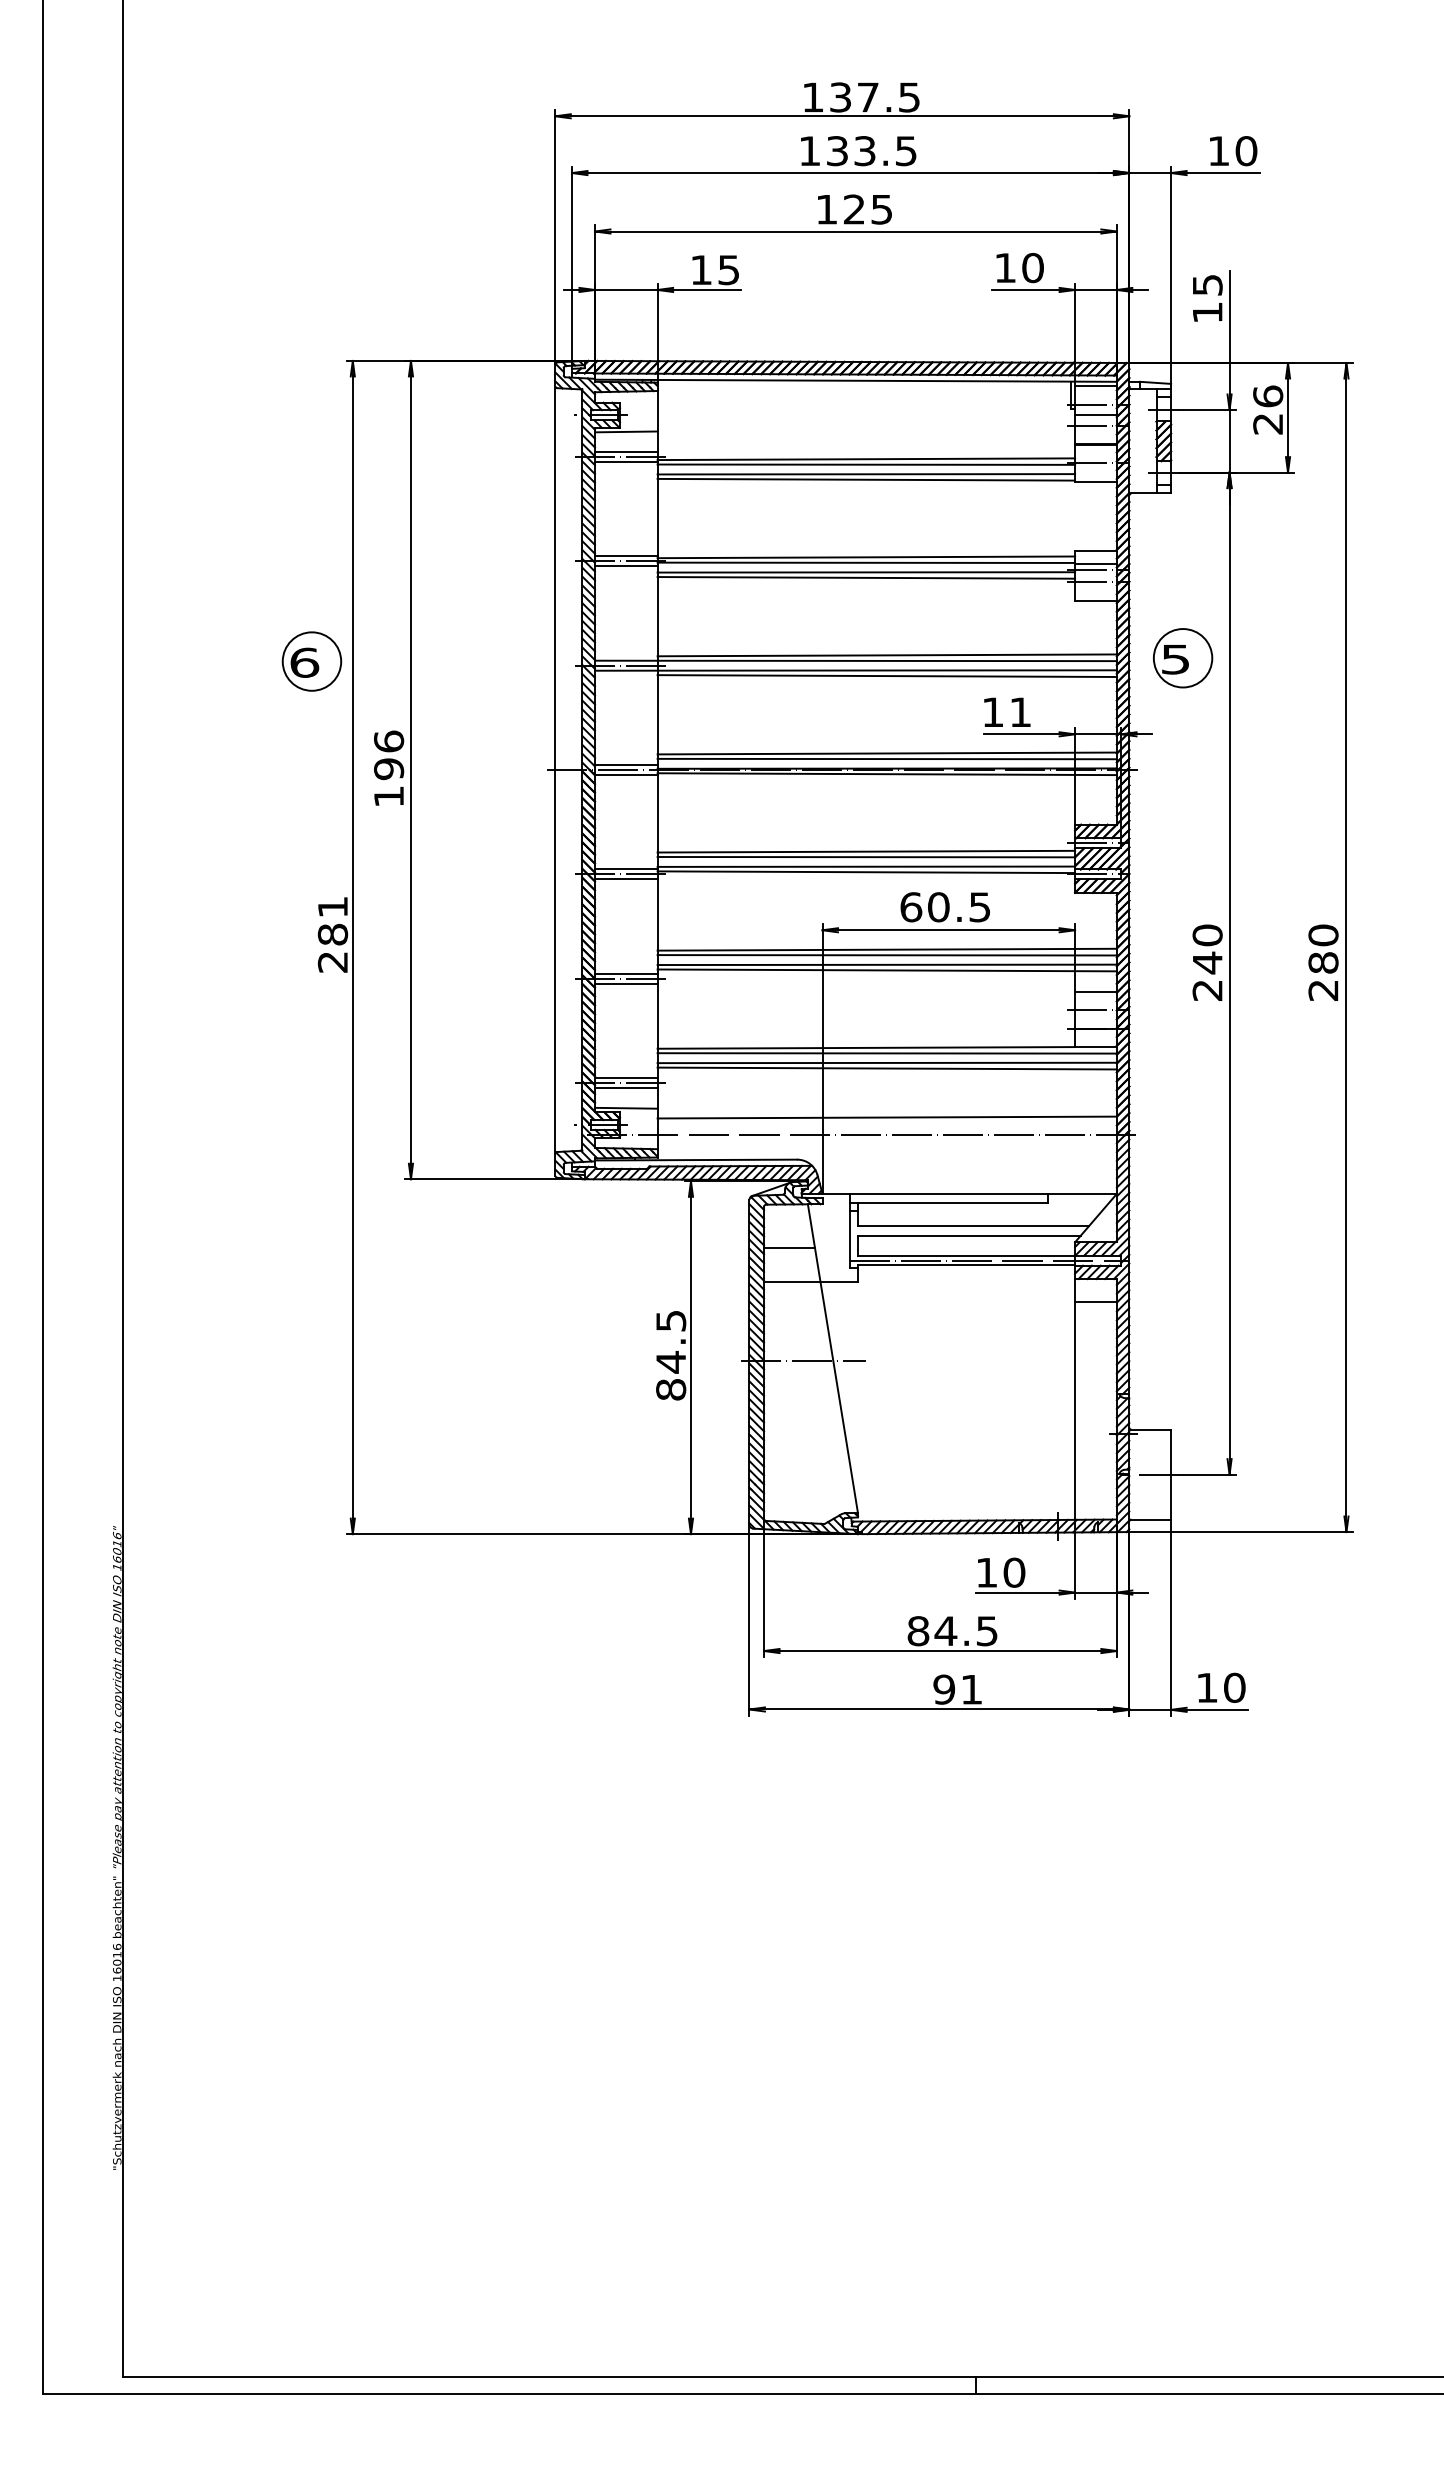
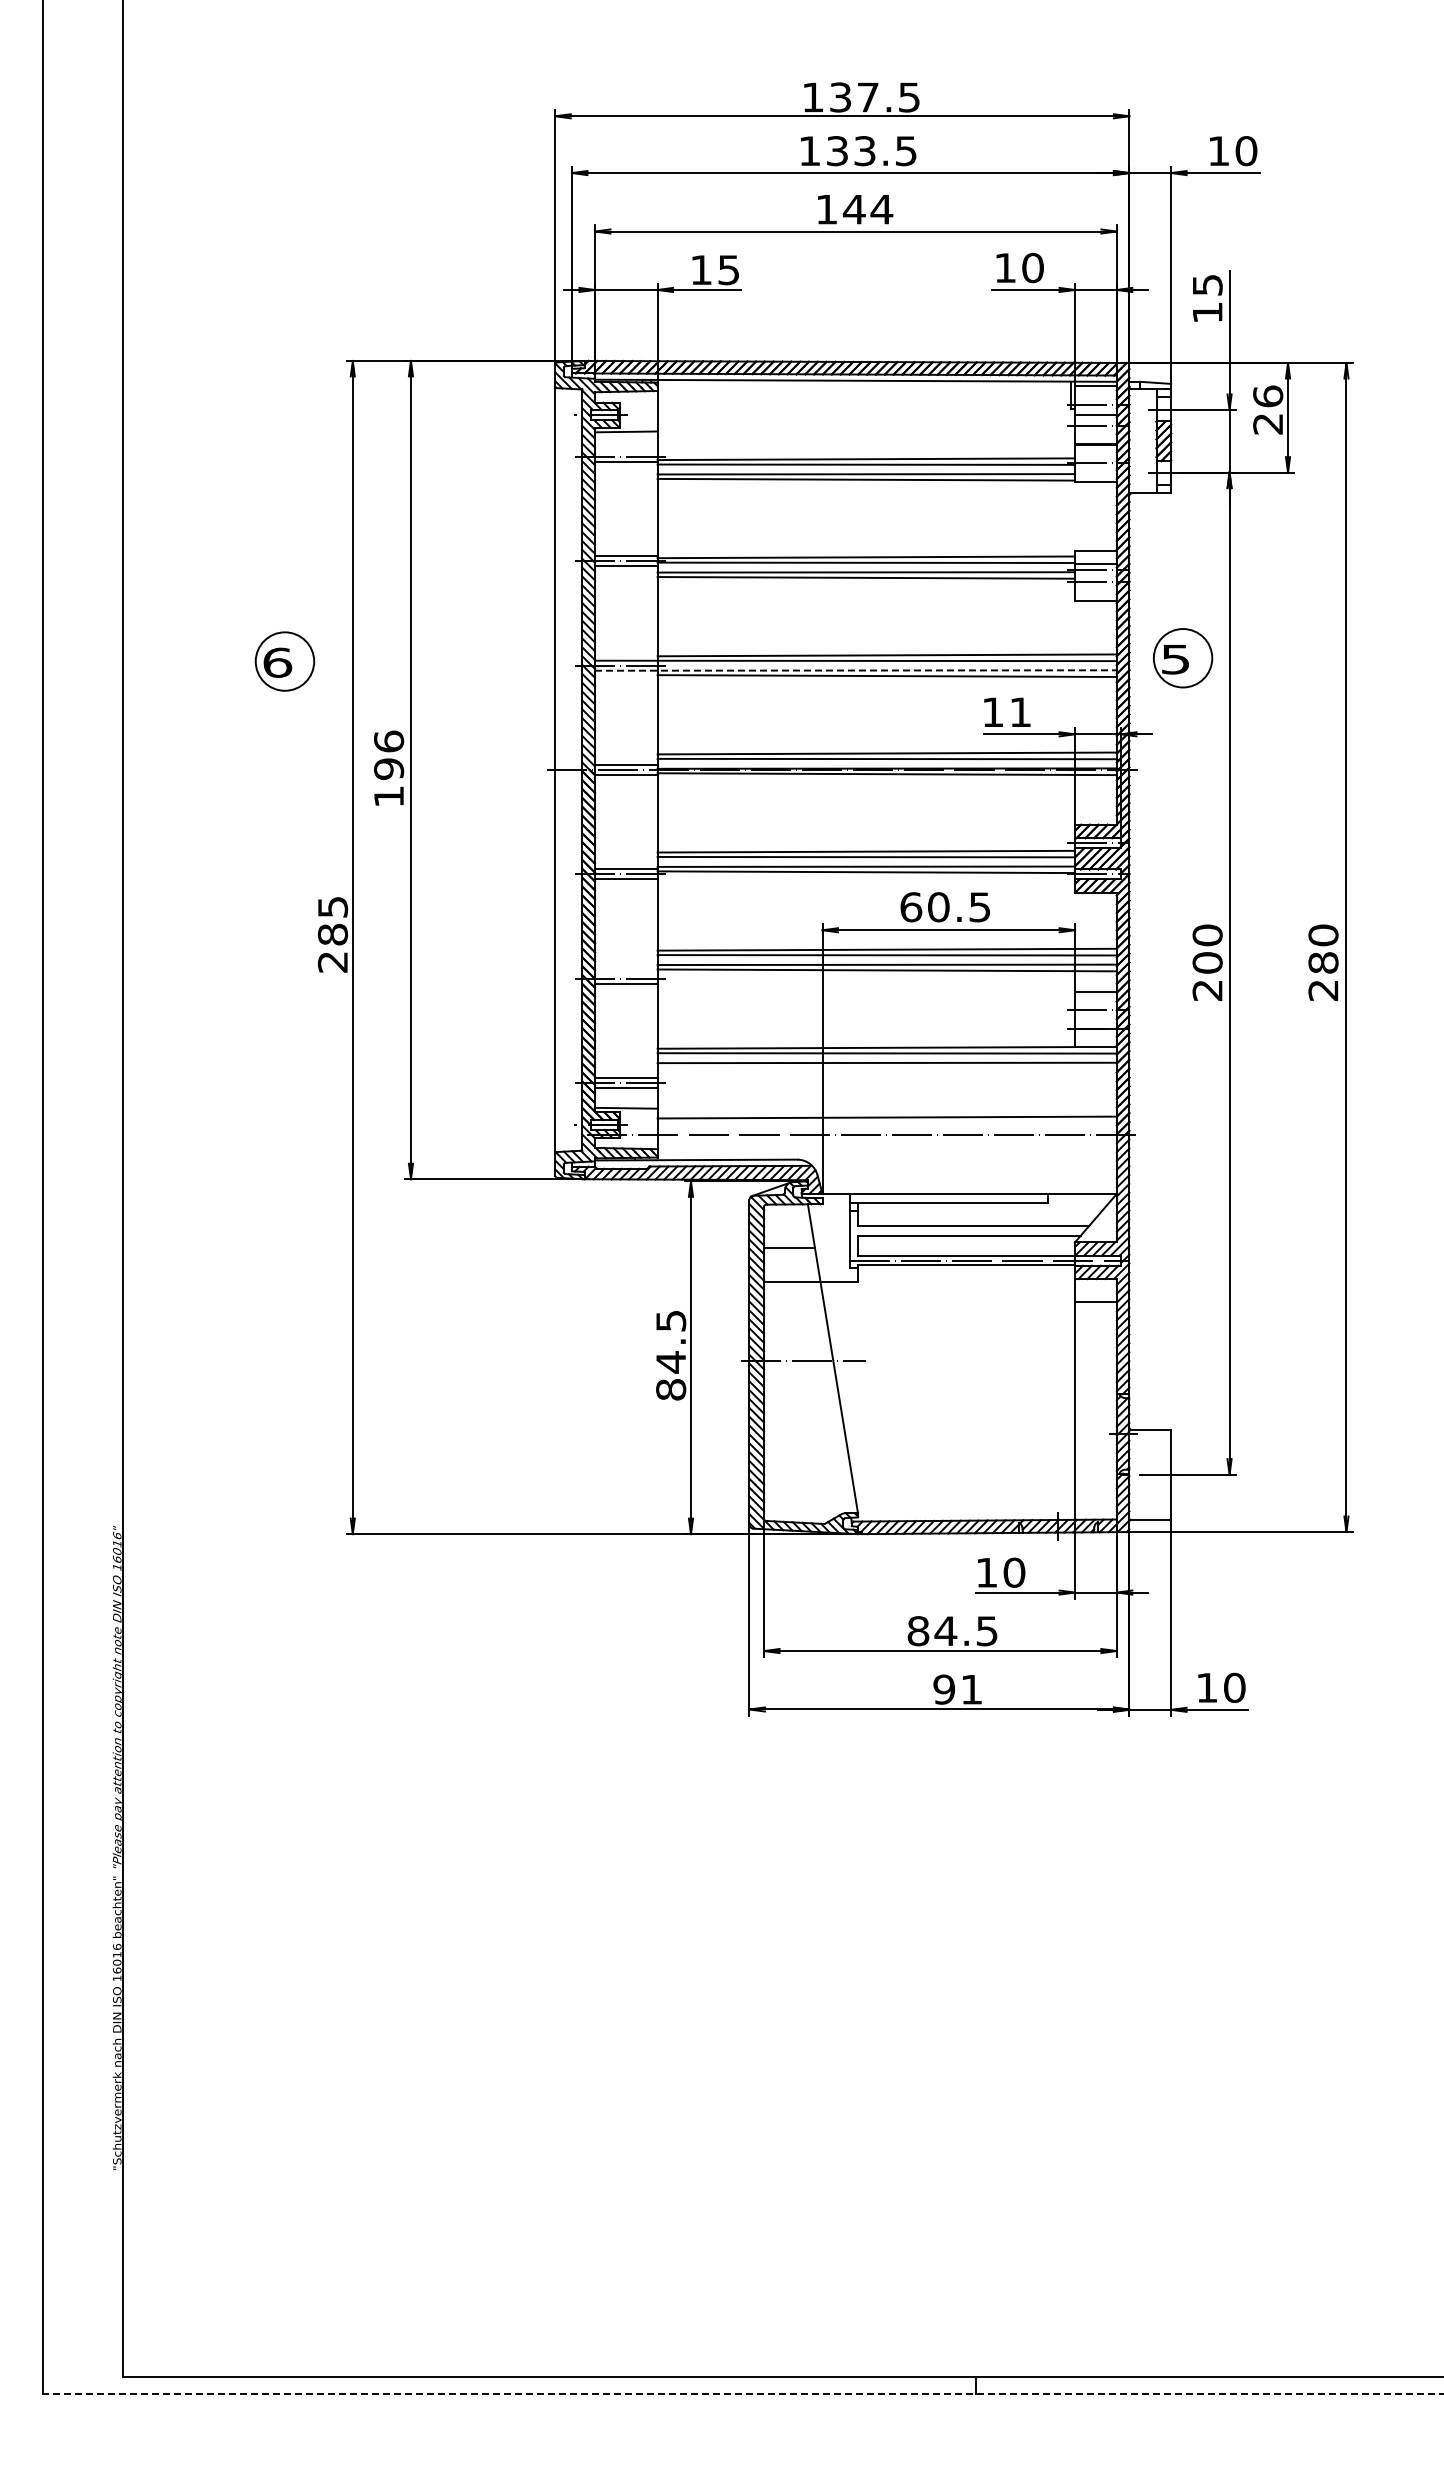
text at (867, 209): 125 -> 144
line at (625, 451): present -> none
part at (311, 661) position: (311, 661) -> (284, 661)
line at (855, 670): solid -> dashed
text at (333, 907): 281 -> 285
text at (1207, 962): 240 -> 200
line at (625, 973): present -> none
line at (886, 1068): present -> none
line at (743, 2393): solid -> dashed
